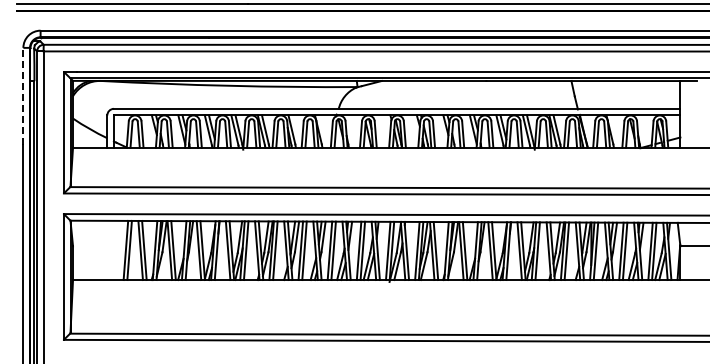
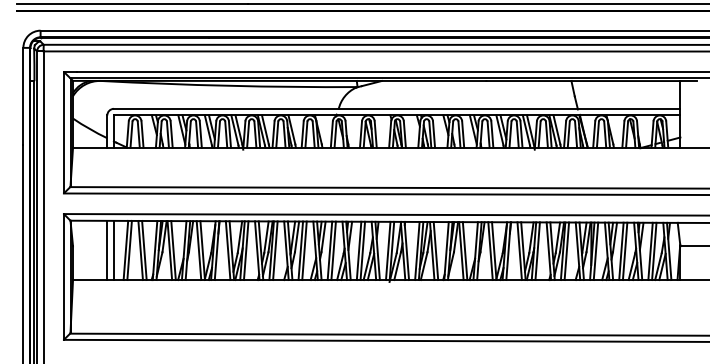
line at (23, 95): dashed -> solid
line at (107, 250): none -> present
line at (113, 250): none -> present
